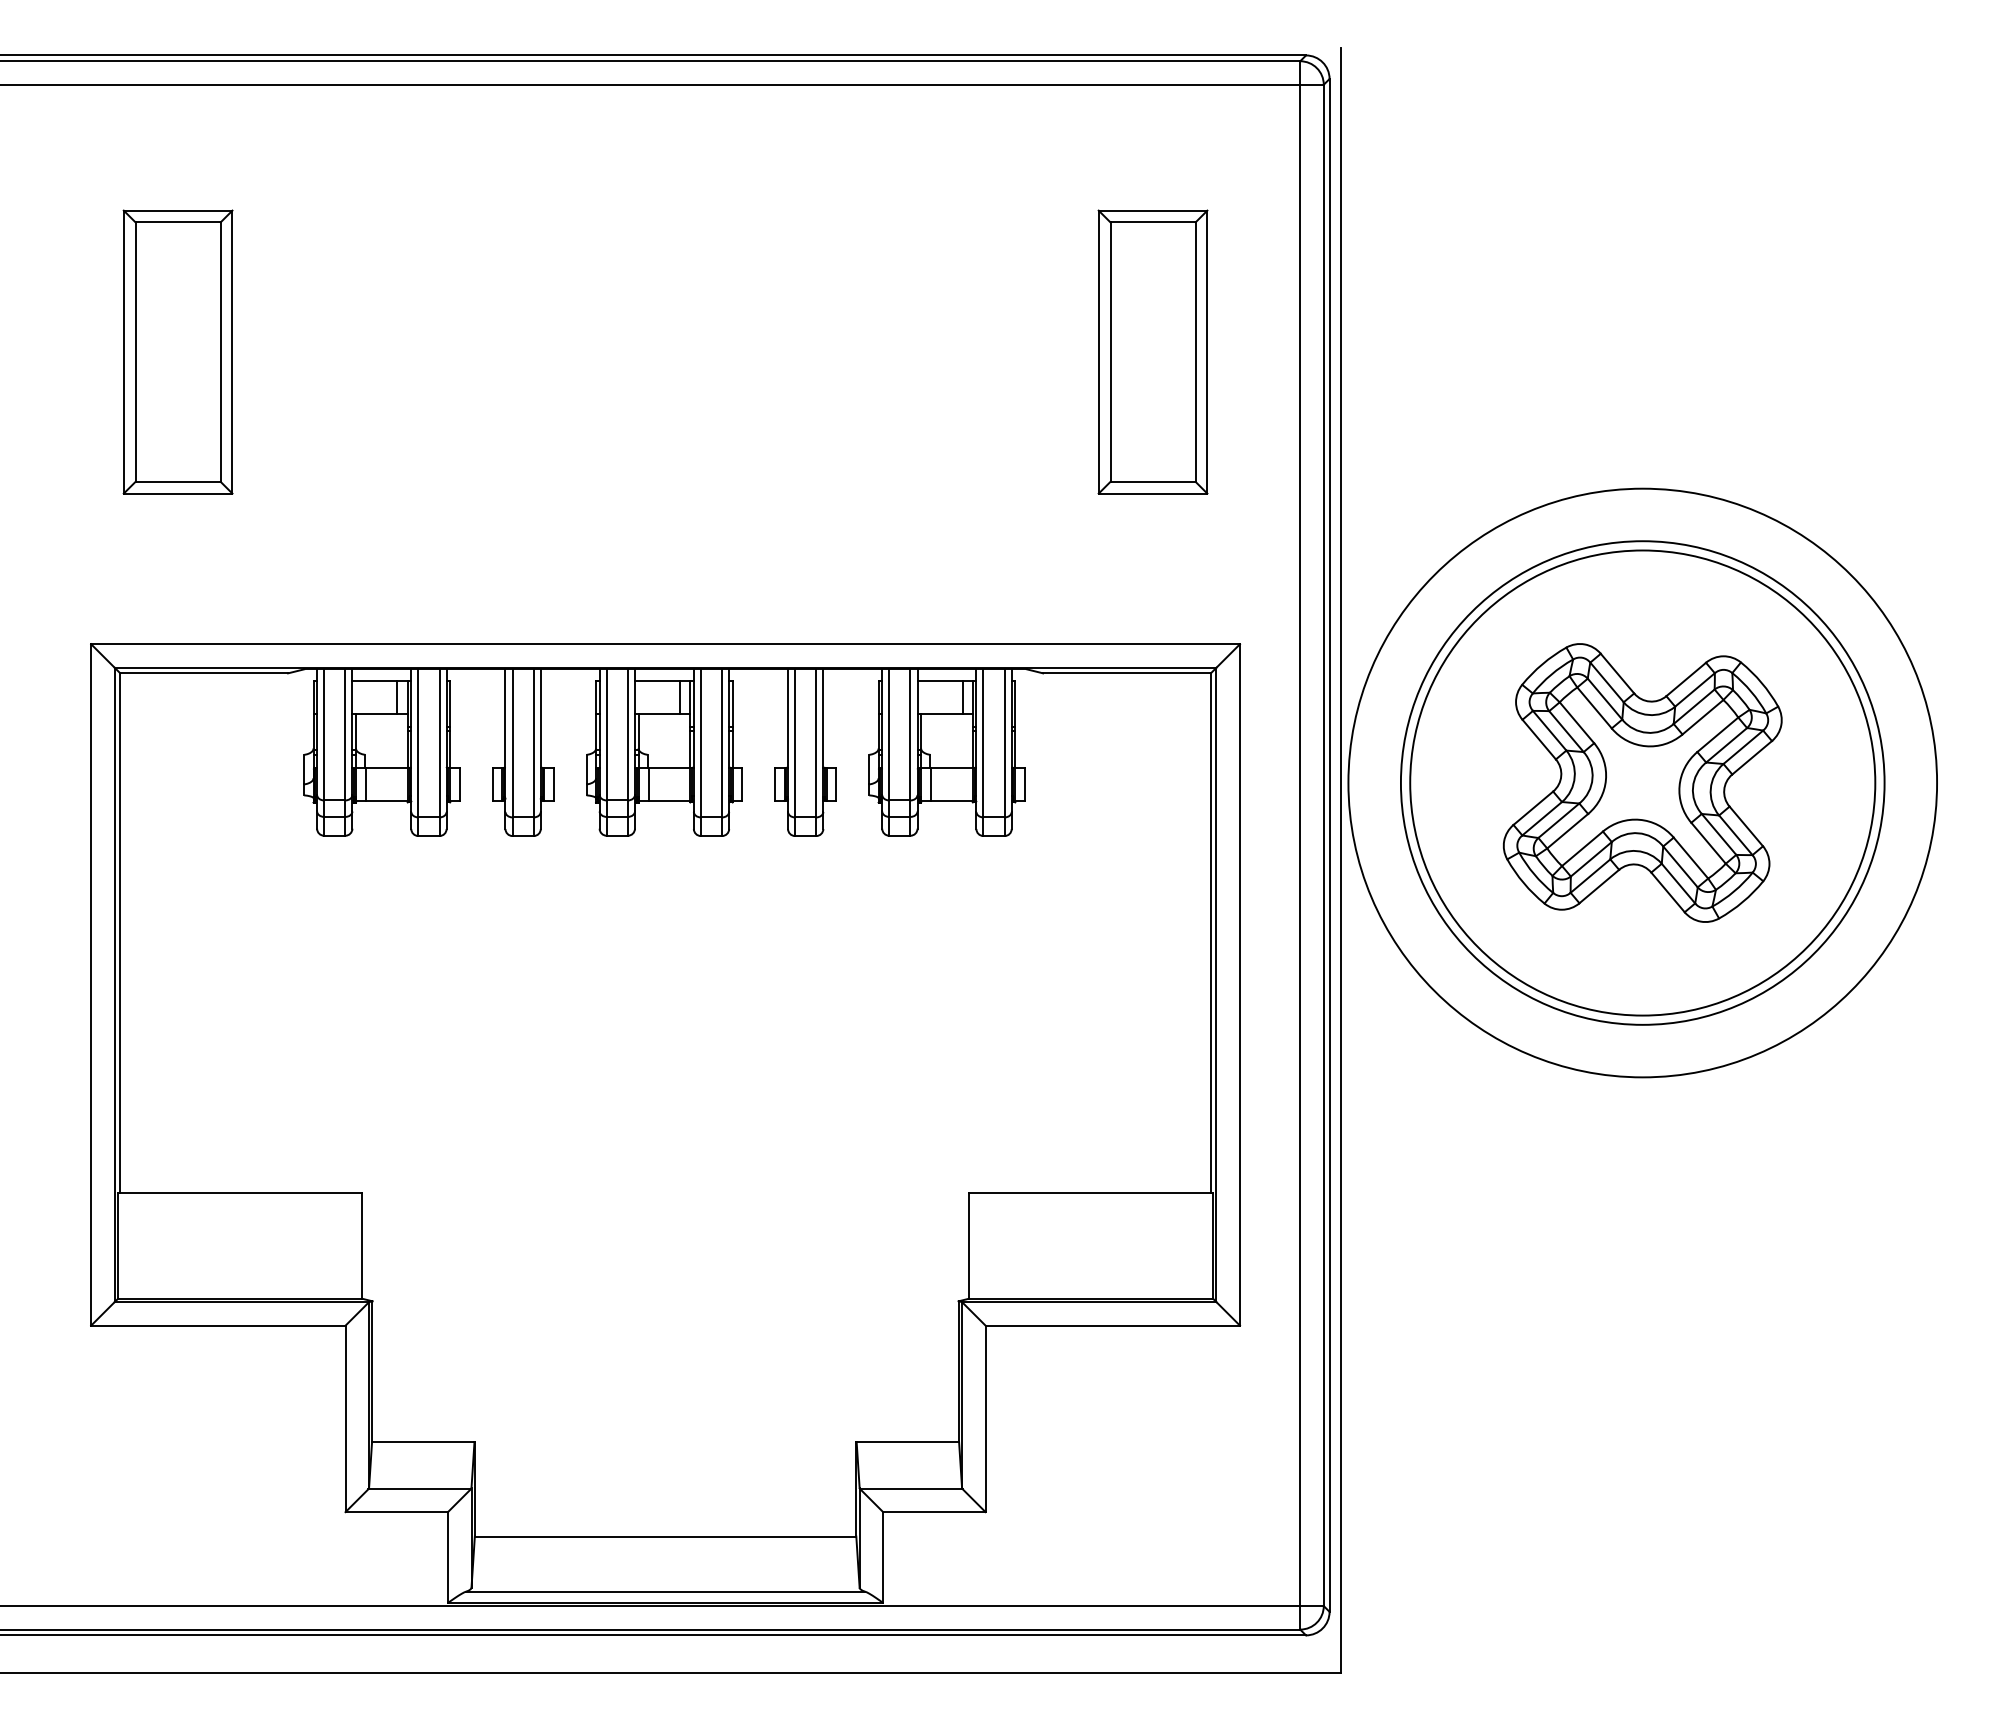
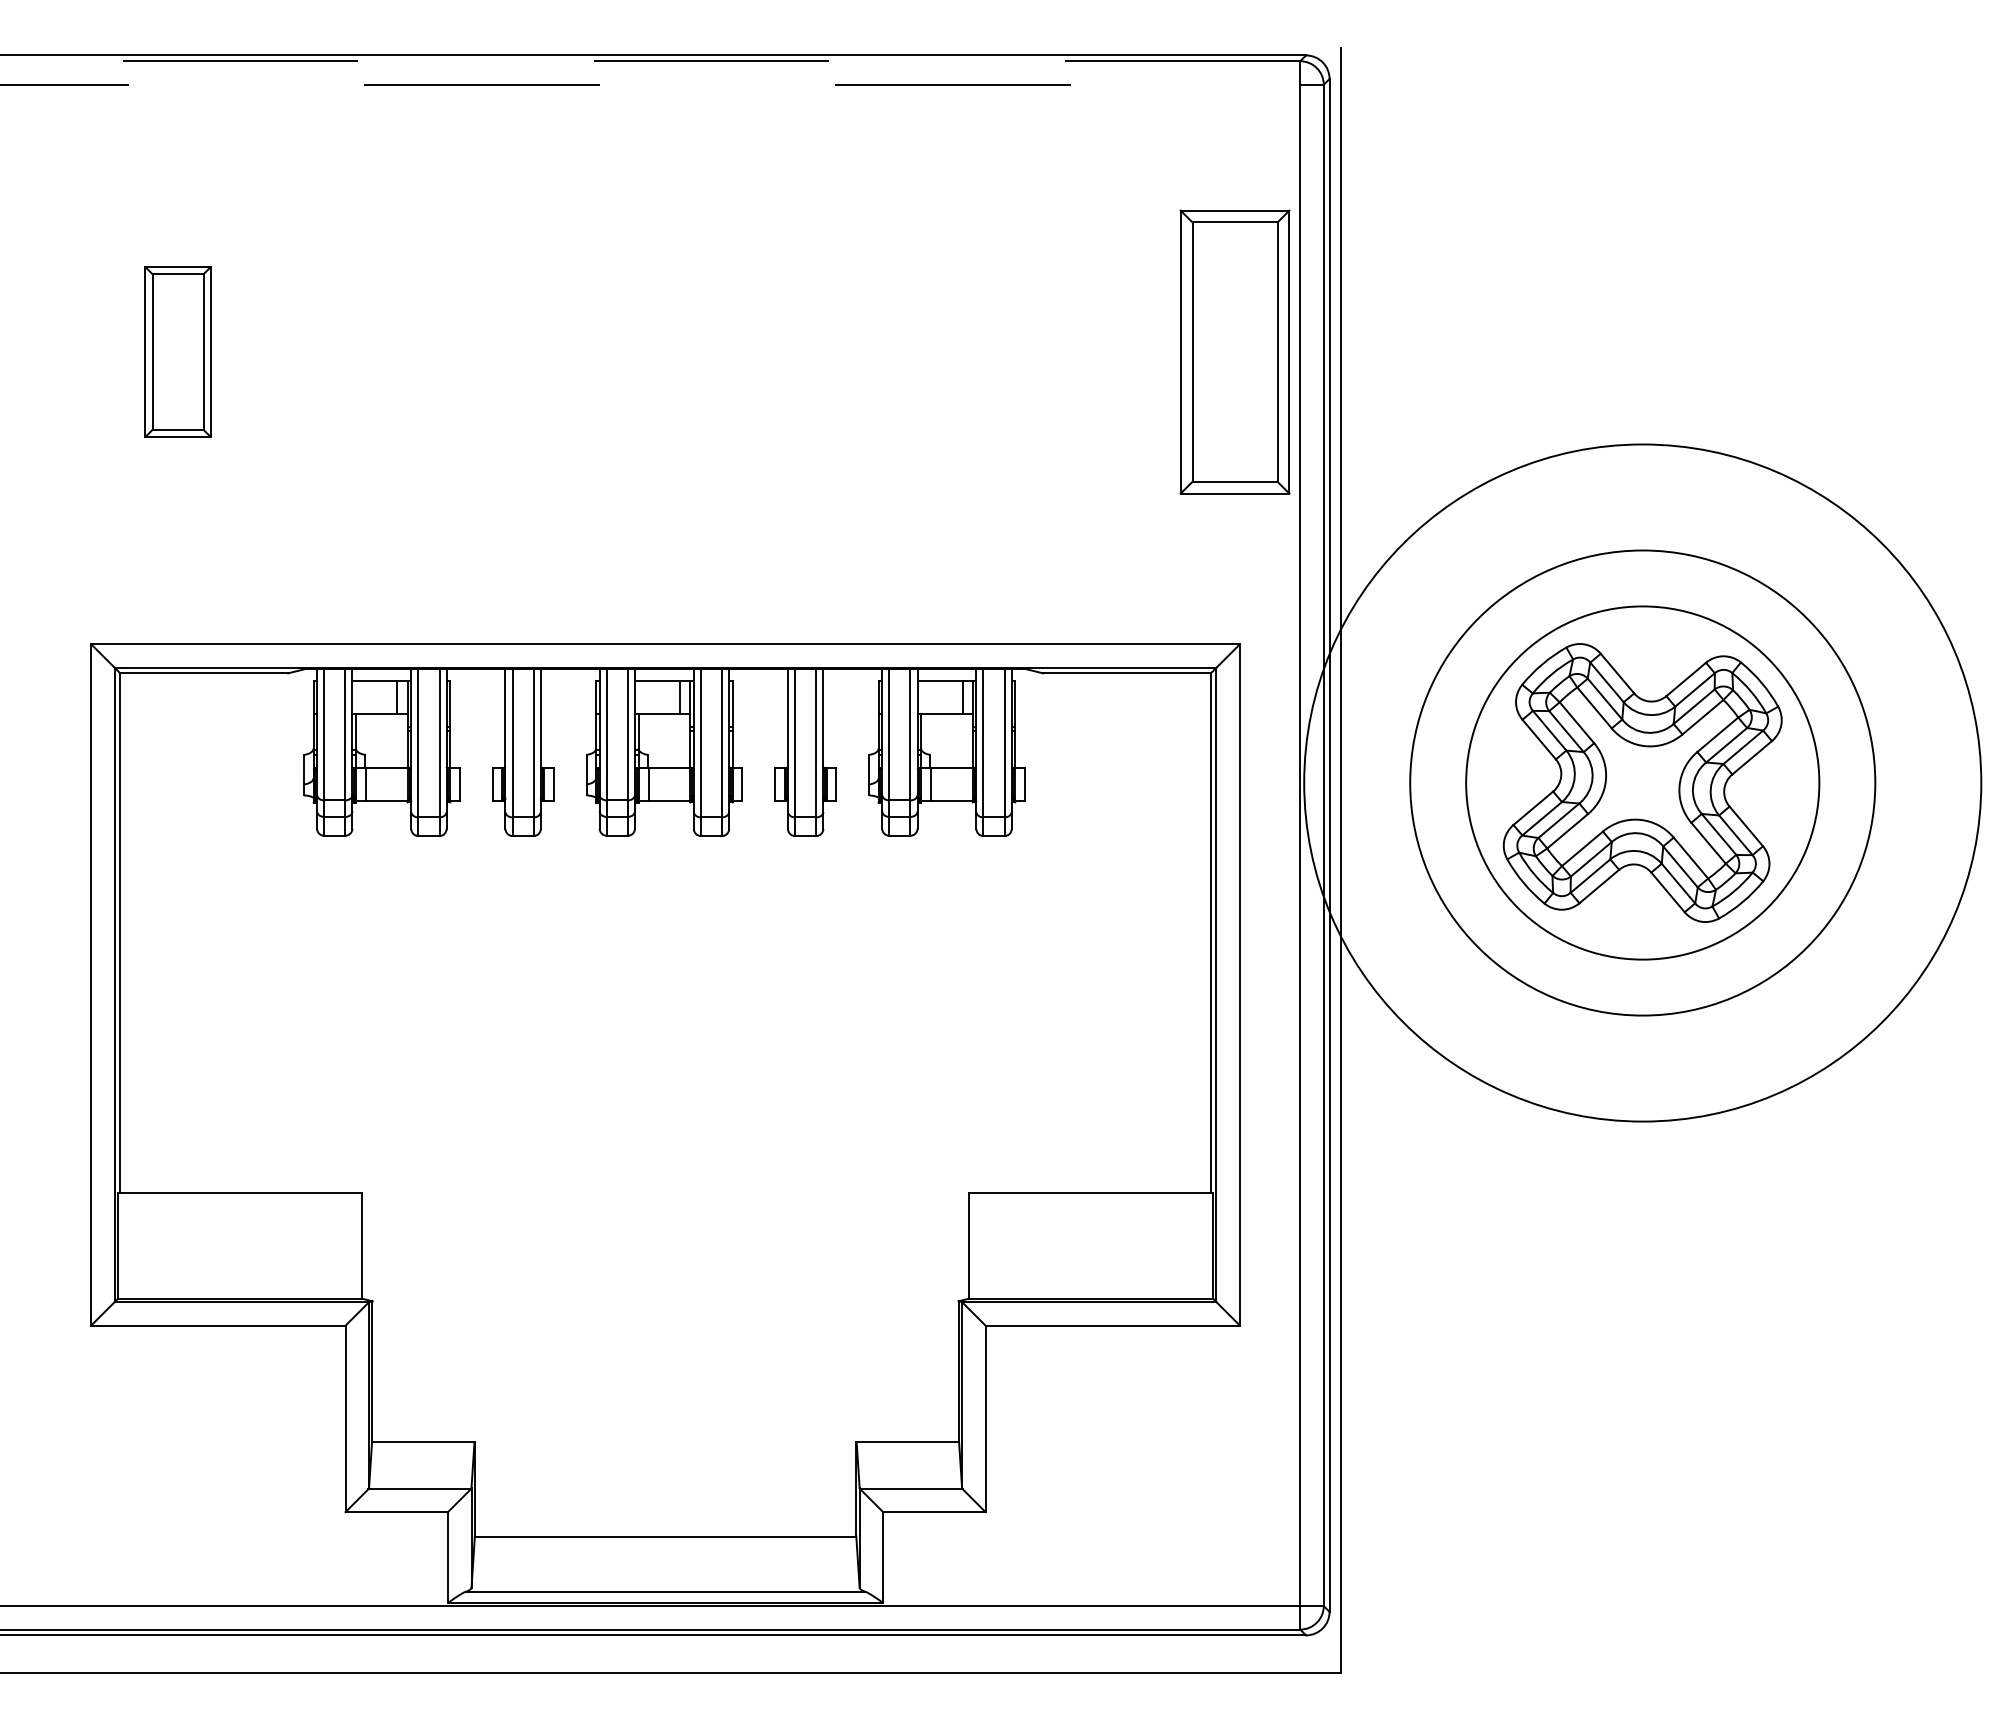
line at (650, 61): solid -> dashed
line at (650, 84): solid -> dashed
part at (177, 351) size: 112x286 px -> 68x172 px
part at (1152, 351) position: (1152, 351) -> (1234, 351)
circle at (1642, 782) diameter: 484 px -> 677 px
circle at (1642, 782) diameter: 589 px -> 353 px
